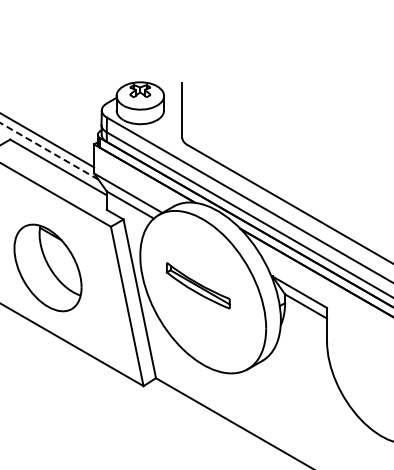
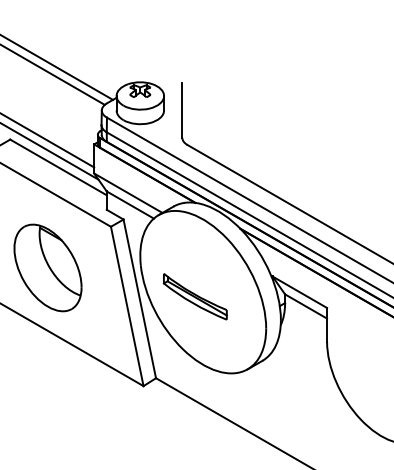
line at (57, 67): none -> present
line at (53, 74): none -> present
line at (49, 151): dashed -> solid
part at (197, 285) position: (197, 285) -> (194, 296)
